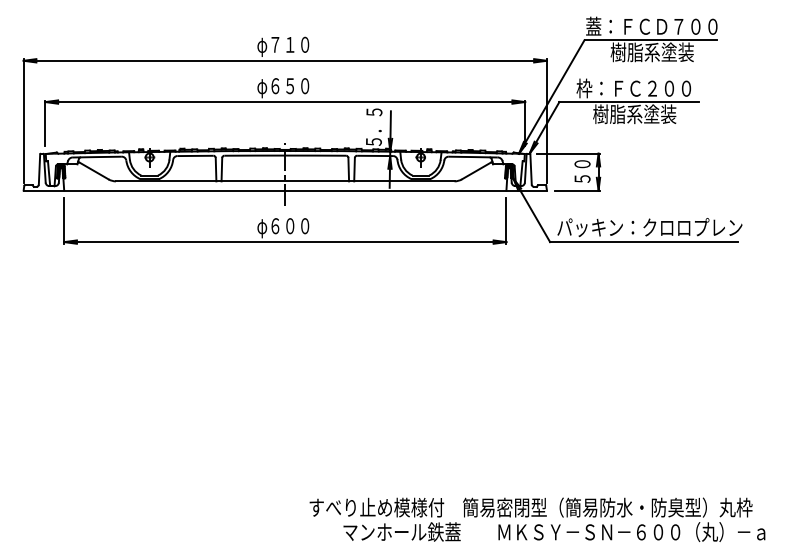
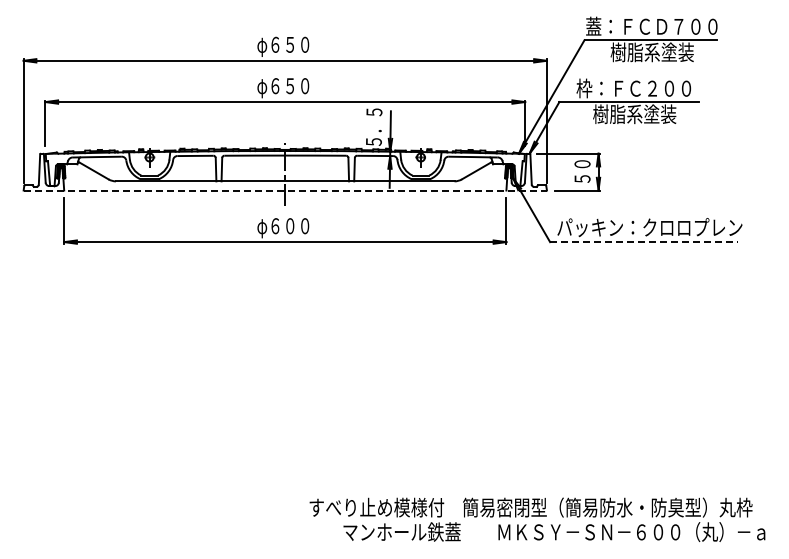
text at (282, 44): φ７１０ -> φ６５０
line at (285, 190): solid -> dashed
line at (644, 242): solid -> dashed
